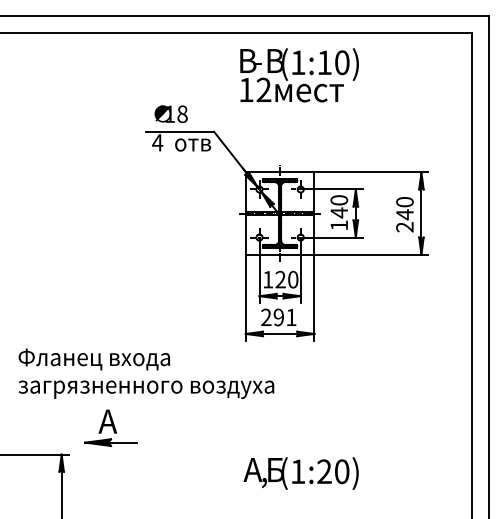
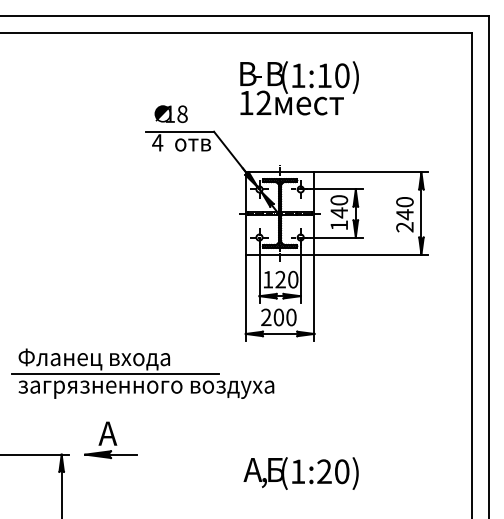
text at (299, 75) position: (299, 75) -> (299, 88)
text at (284, 317): 291 -> 200
line at (115, 373): none -> present
part at (110, 427) position: (110, 427) -> (110, 439)
